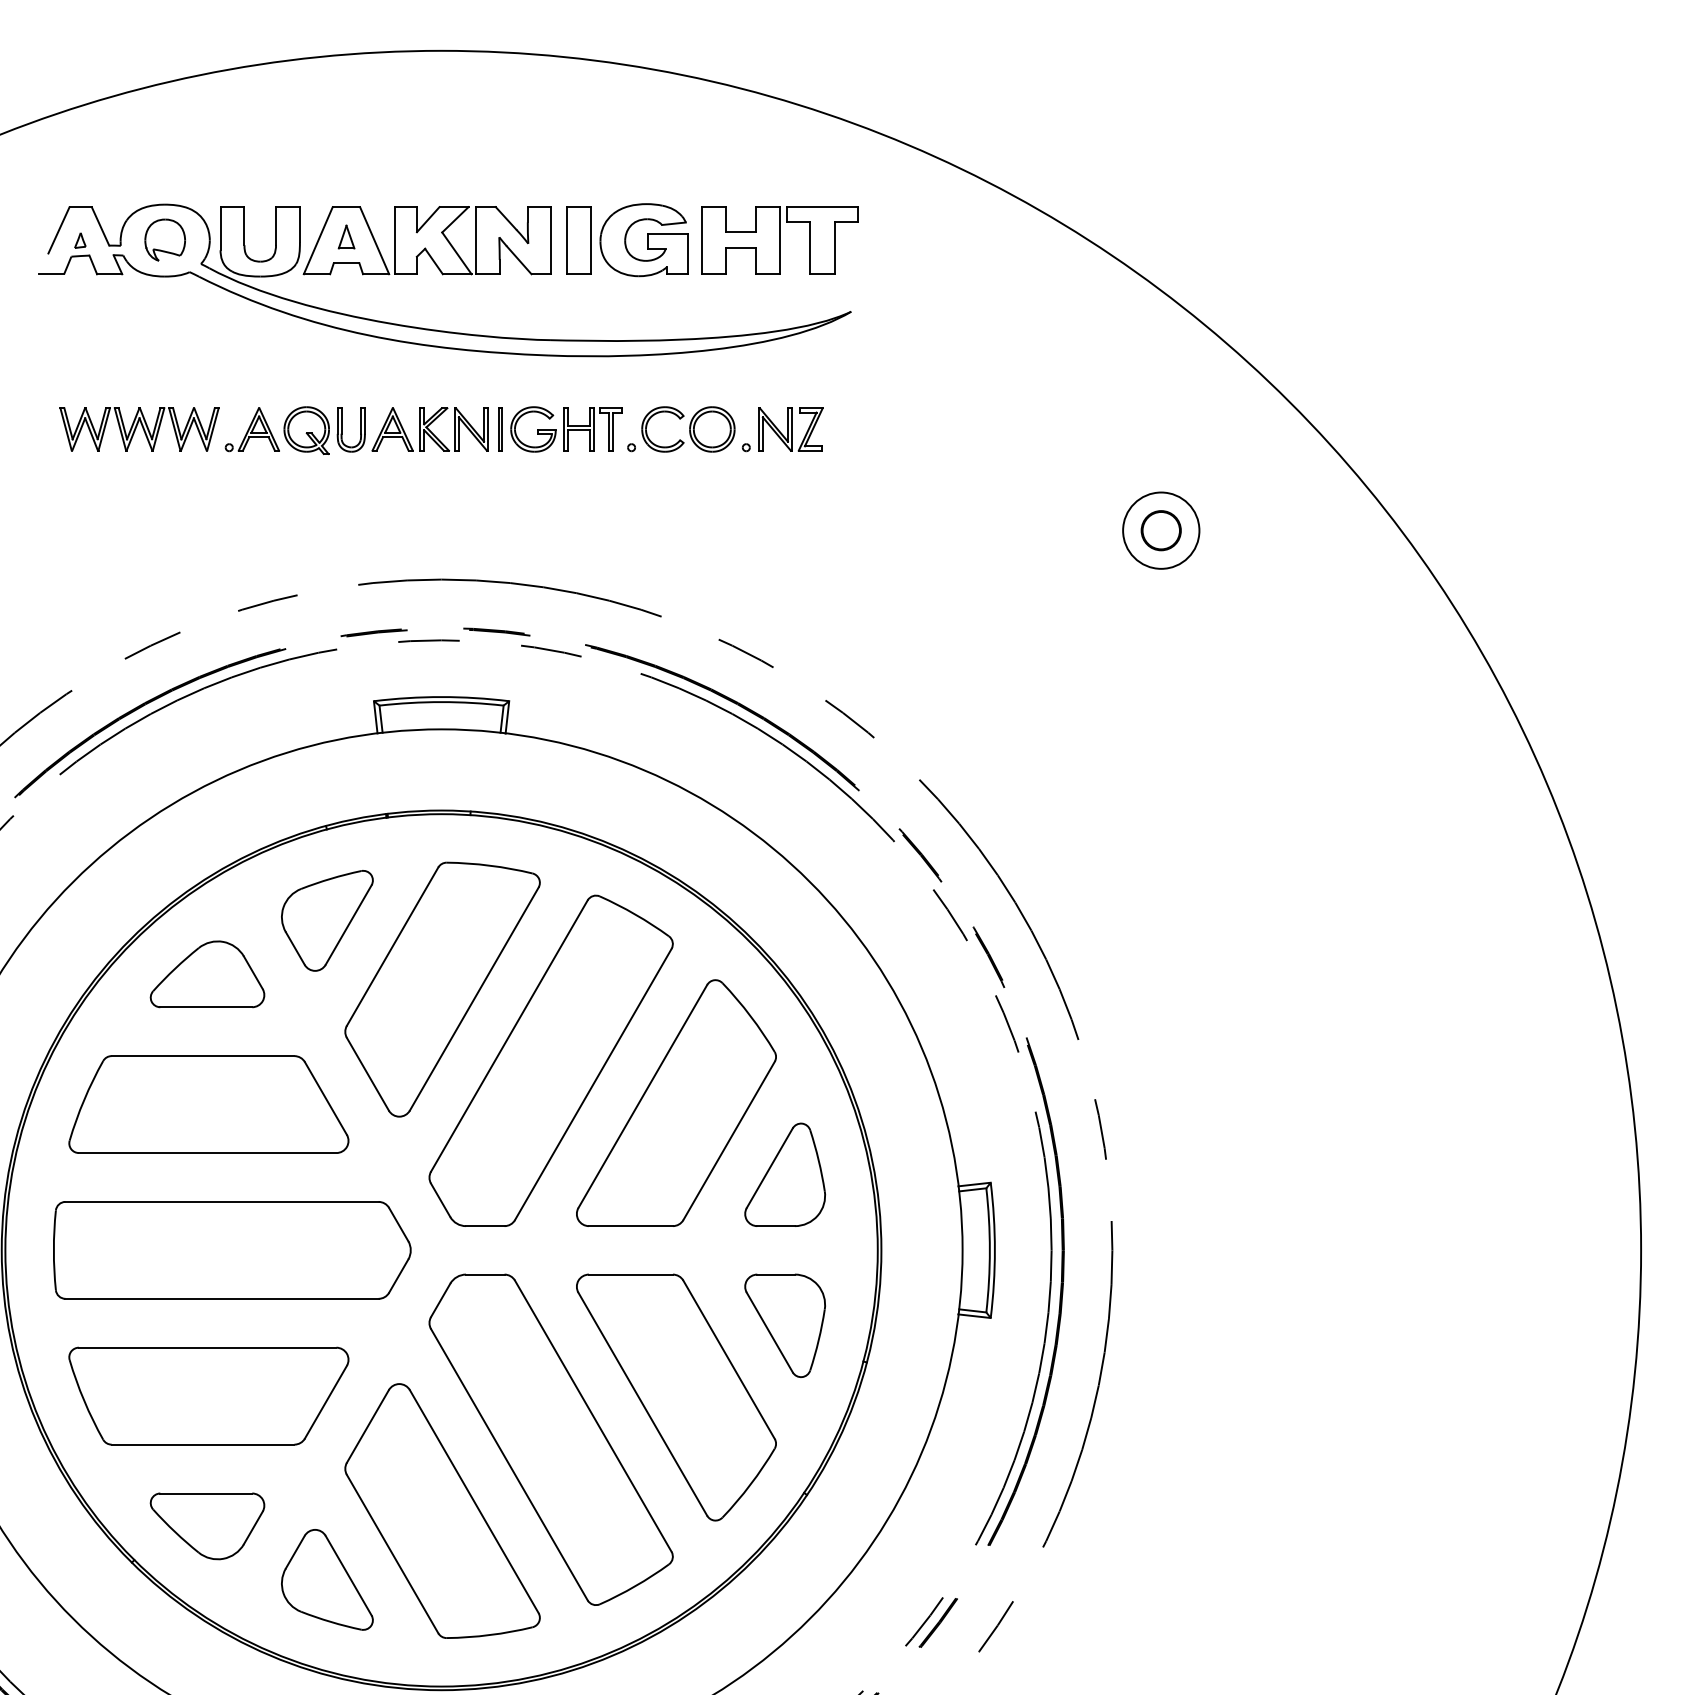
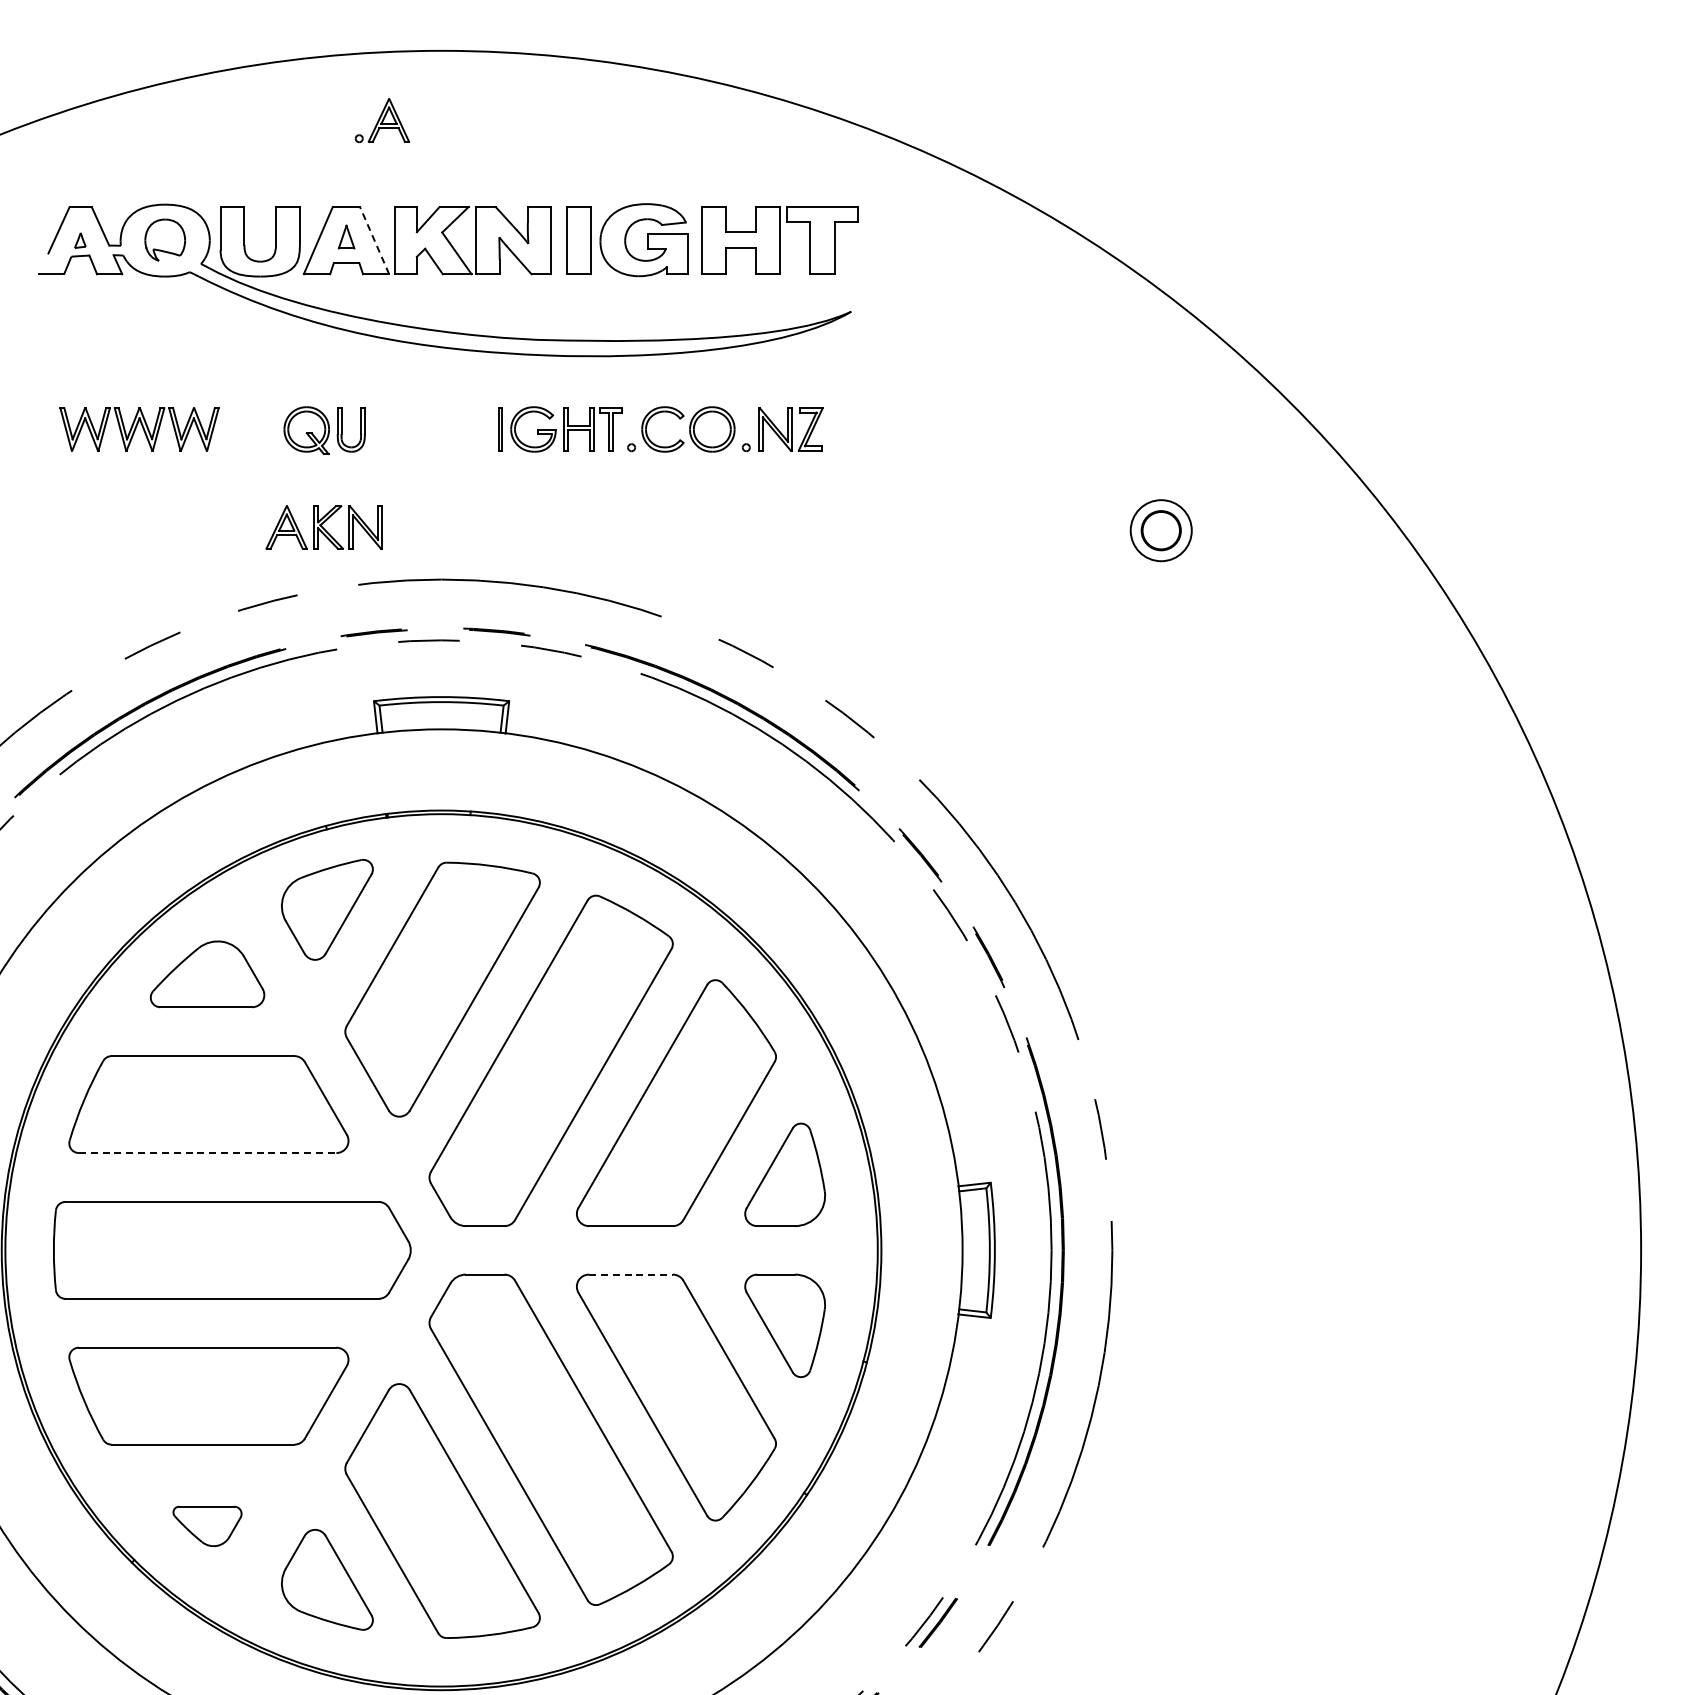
line at (374, 240): solid -> dashed
part at (251, 429) position: (251, 429) -> (381, 120)
part at (429, 429) position: (429, 429) -> (323, 527)
circle at (1161, 530) diameter: 76 px -> 61 px
part at (327, 920) position: (327, 920) -> (327, 909)
line at (207, 1153): solid -> dashed
line at (630, 1274): solid -> dashed
part at (207, 1526) size: 117x69 px -> 71x43 px
